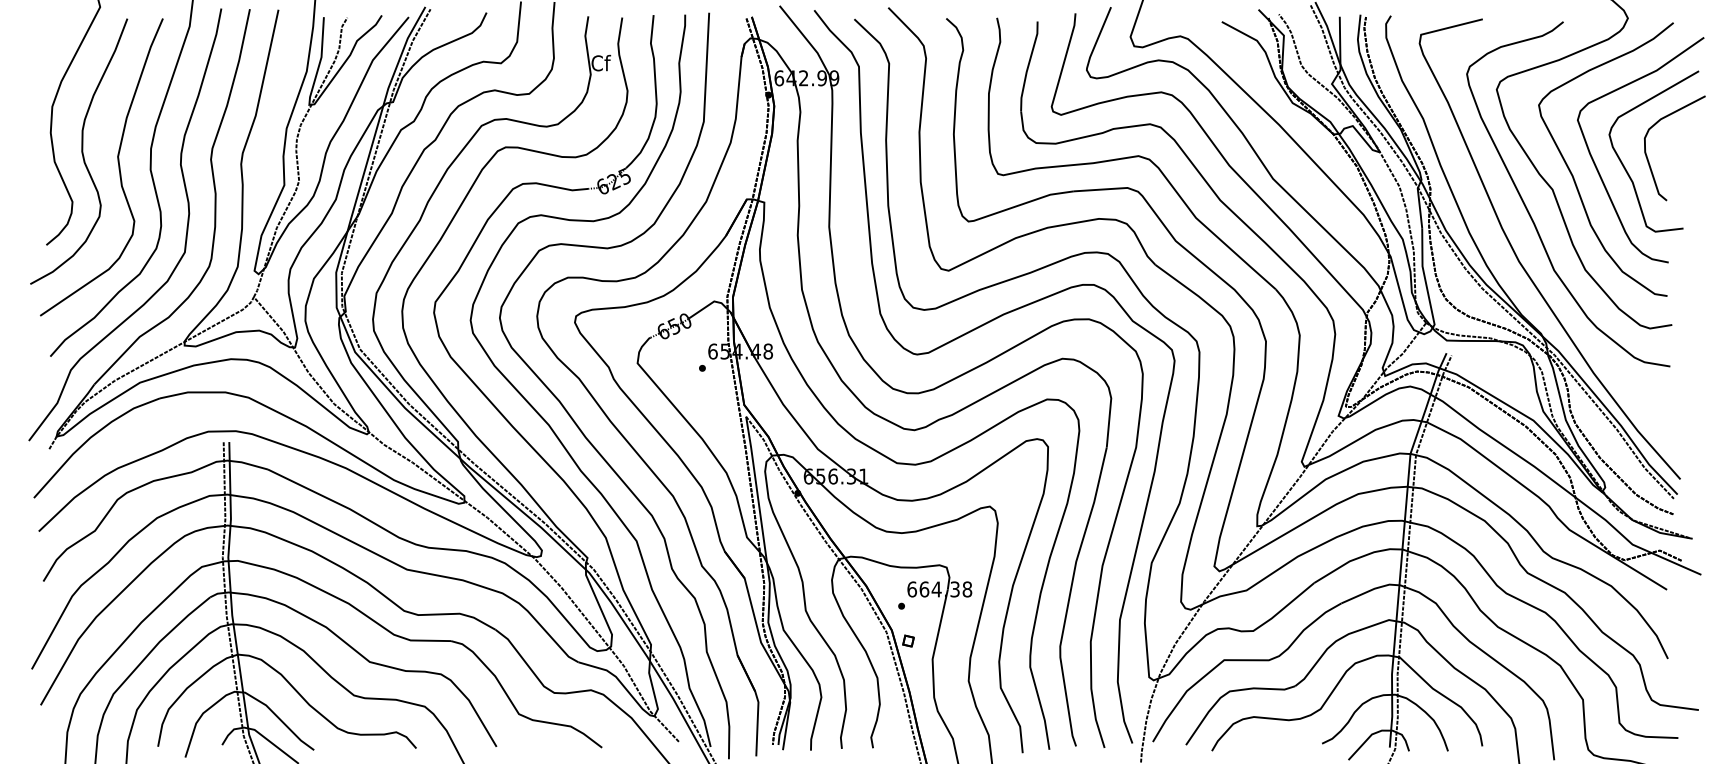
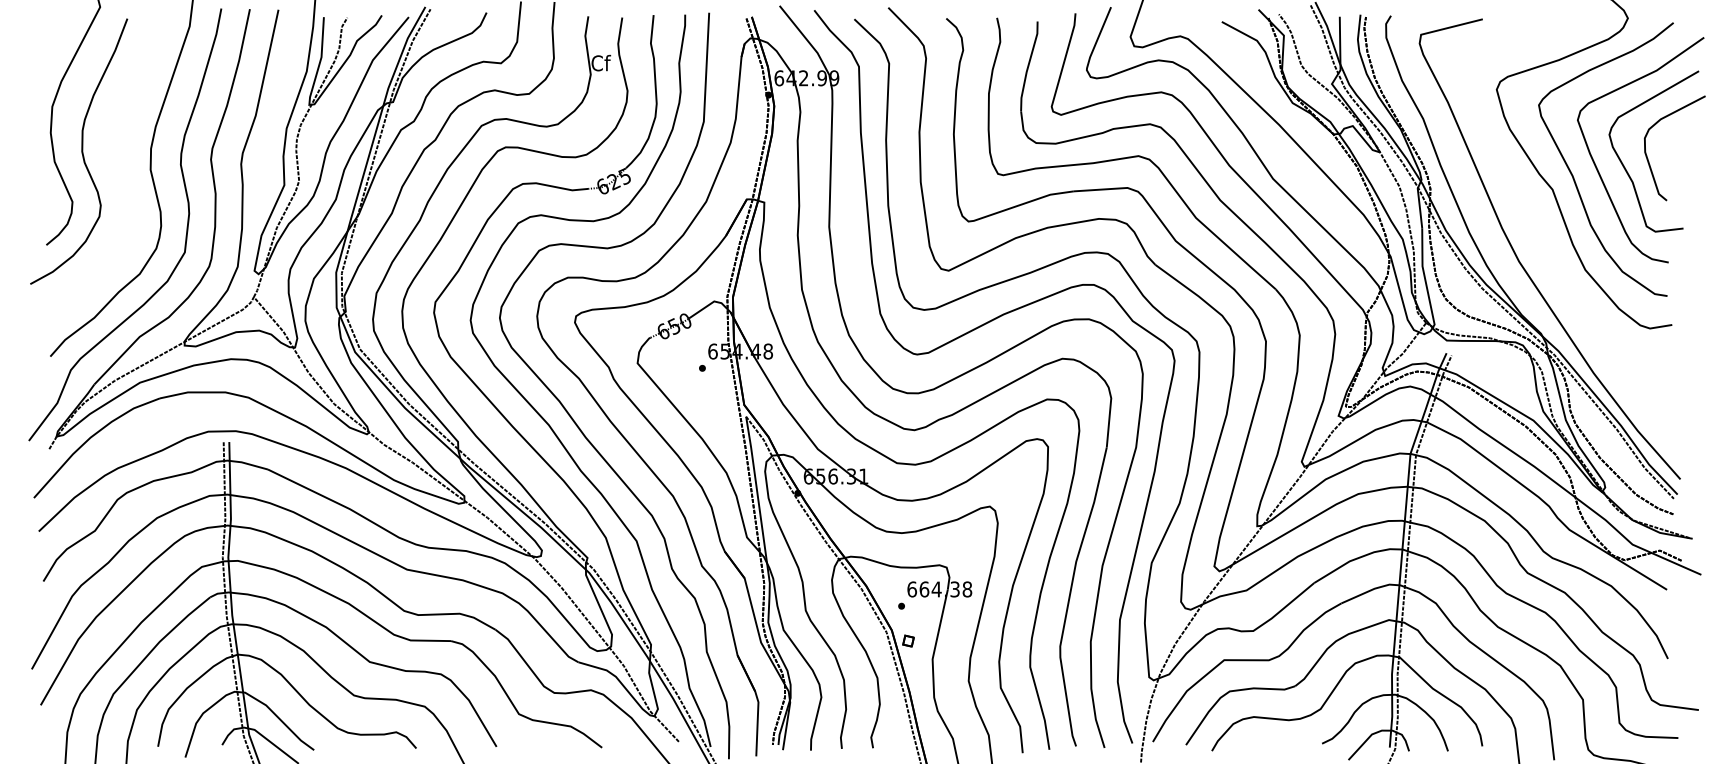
curve at (117, 162): present -> none
curve at (1530, 213): present -> none
